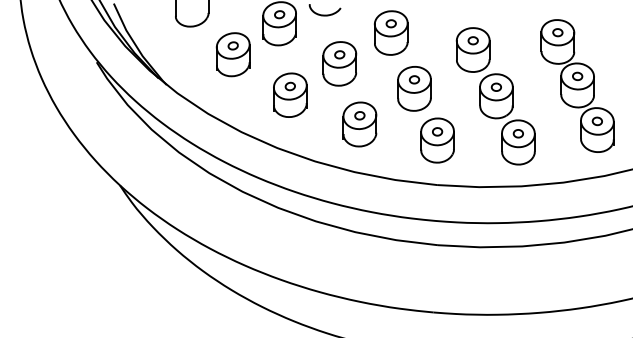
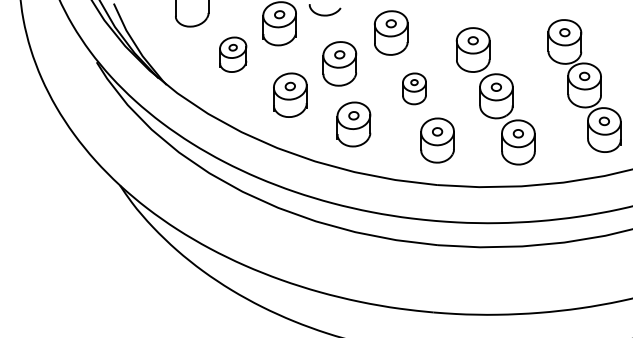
part at (232, 54) size: 36x46 px -> 29x37 px
part at (577, 85) position: (577, 85) -> (584, 85)
part at (414, 88) size: 35x46 px -> 25x34 px
part at (359, 124) position: (359, 124) -> (353, 124)
